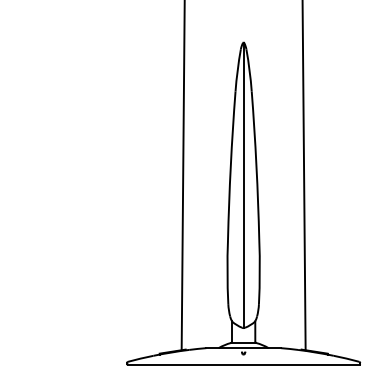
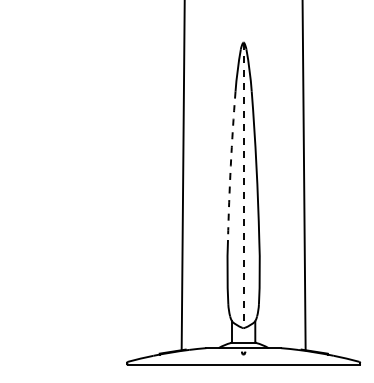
arc at (230, 165): solid -> dashed
line at (243, 185): solid -> dashed
